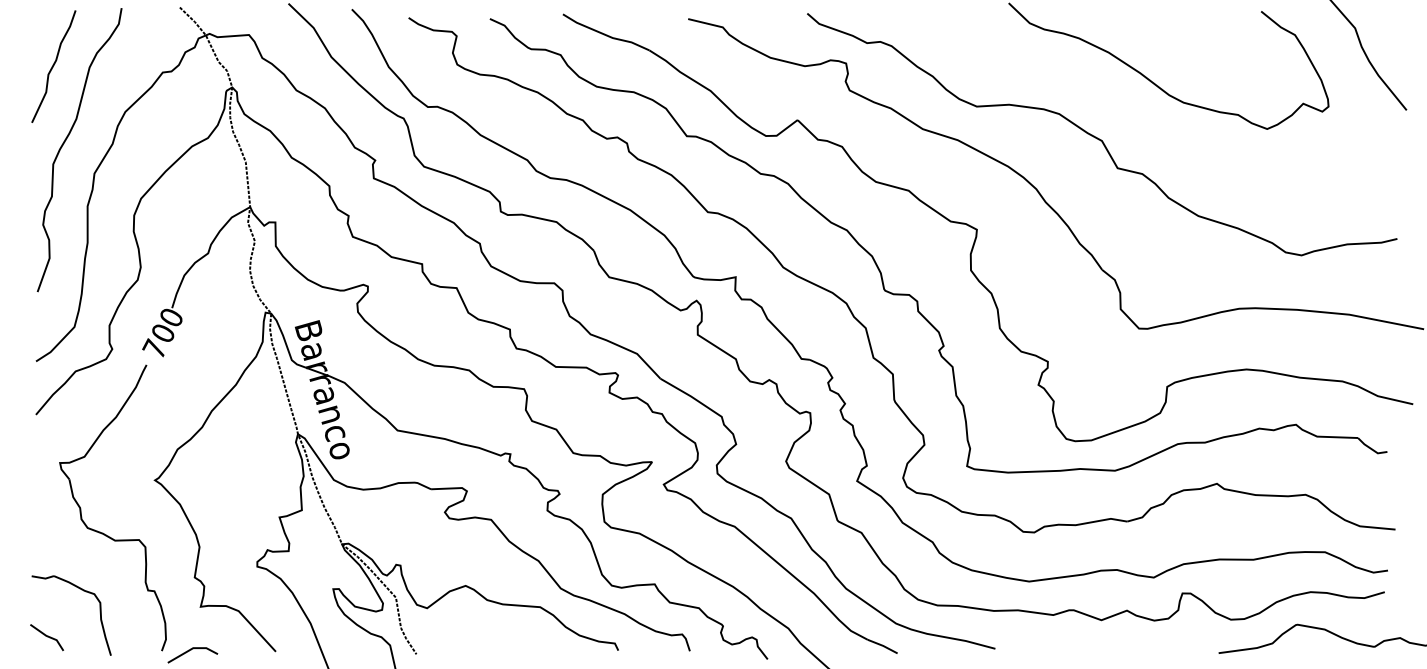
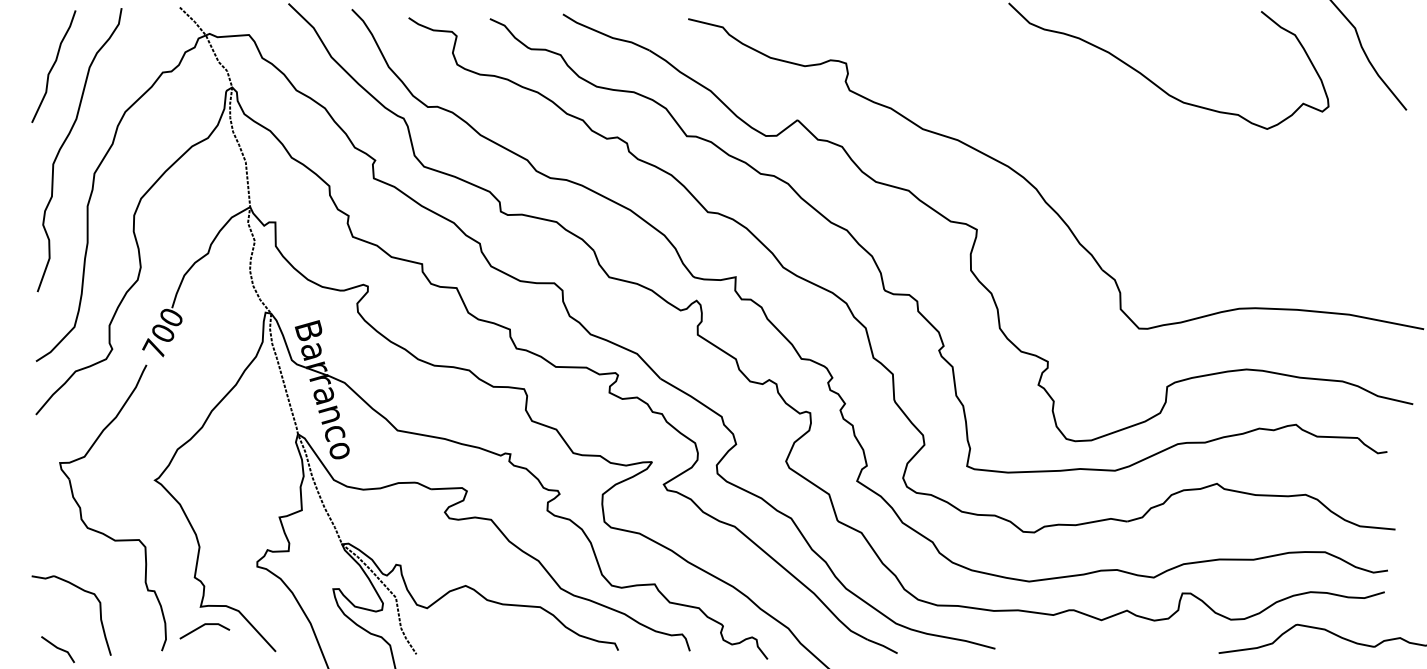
curve at (1099, 138): present -> none
line at (46, 636) position: (46, 636) -> (57, 648)
line at (189, 651) position: (189, 651) -> (201, 627)
